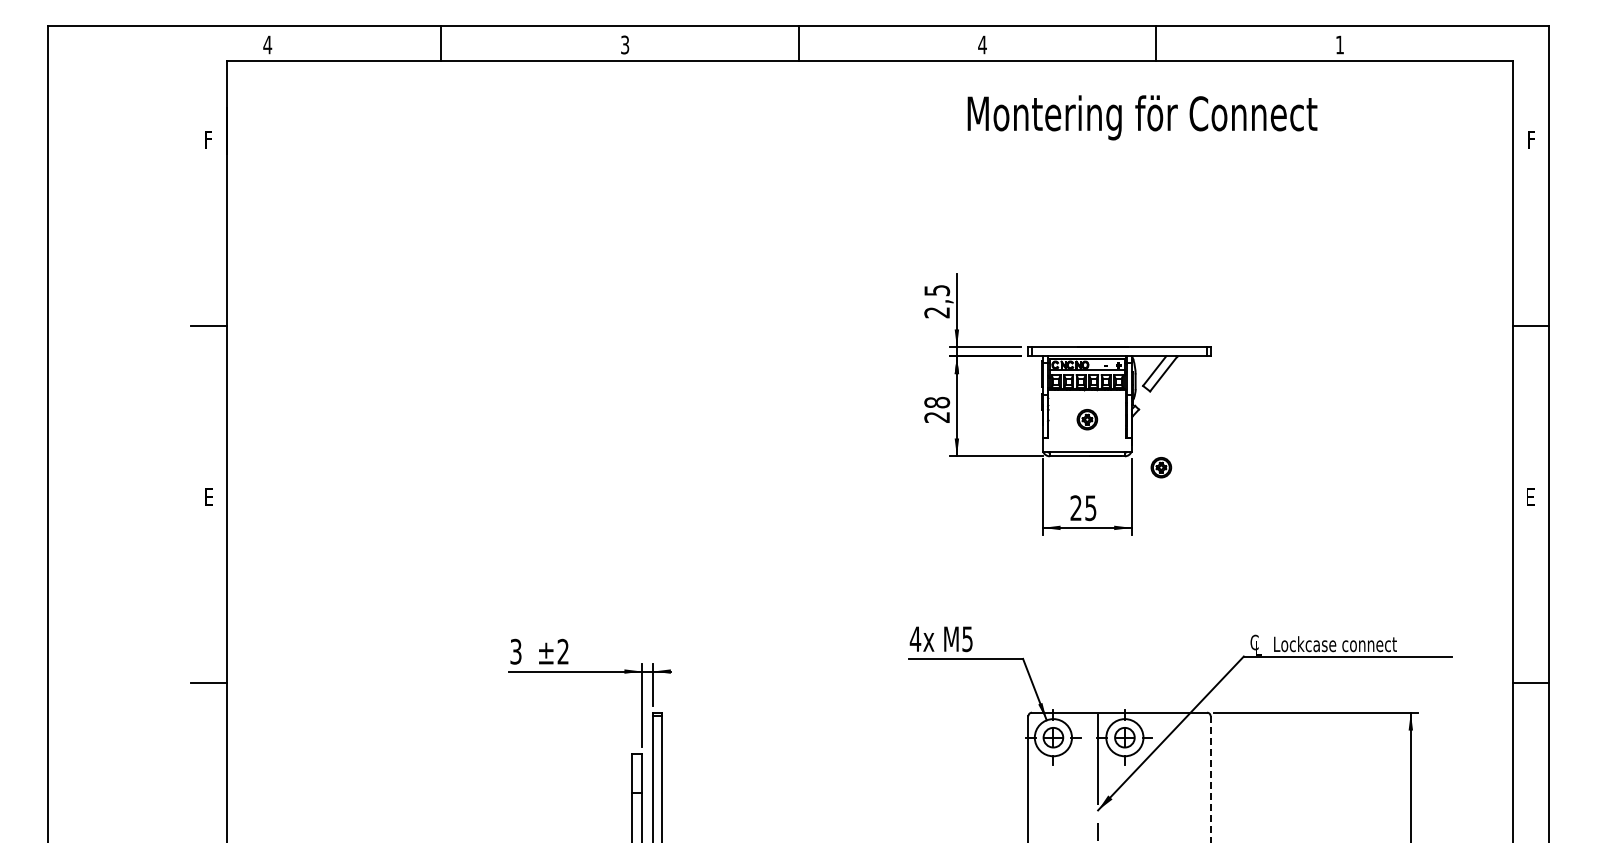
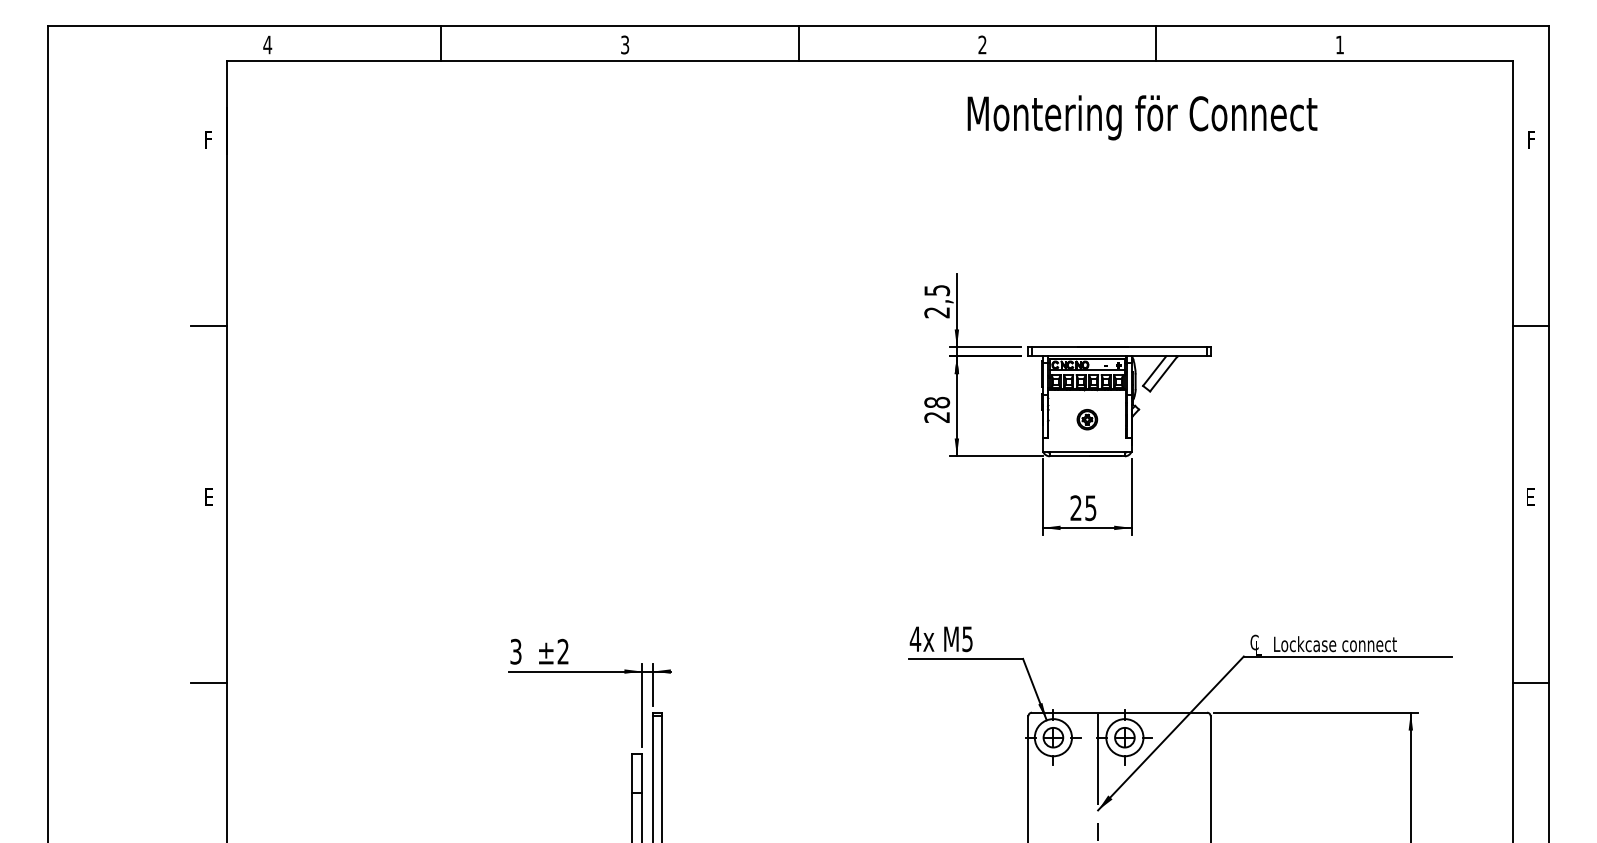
text at (982, 44): 4 -> 2
part at (1161, 467): present -> none
line at (1210, 779): dashed -> solid
